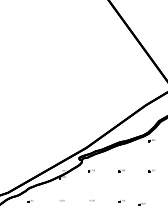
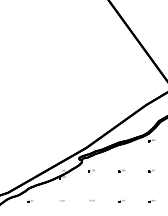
part at (141, 204) position: (141, 204) -> (151, 201)
